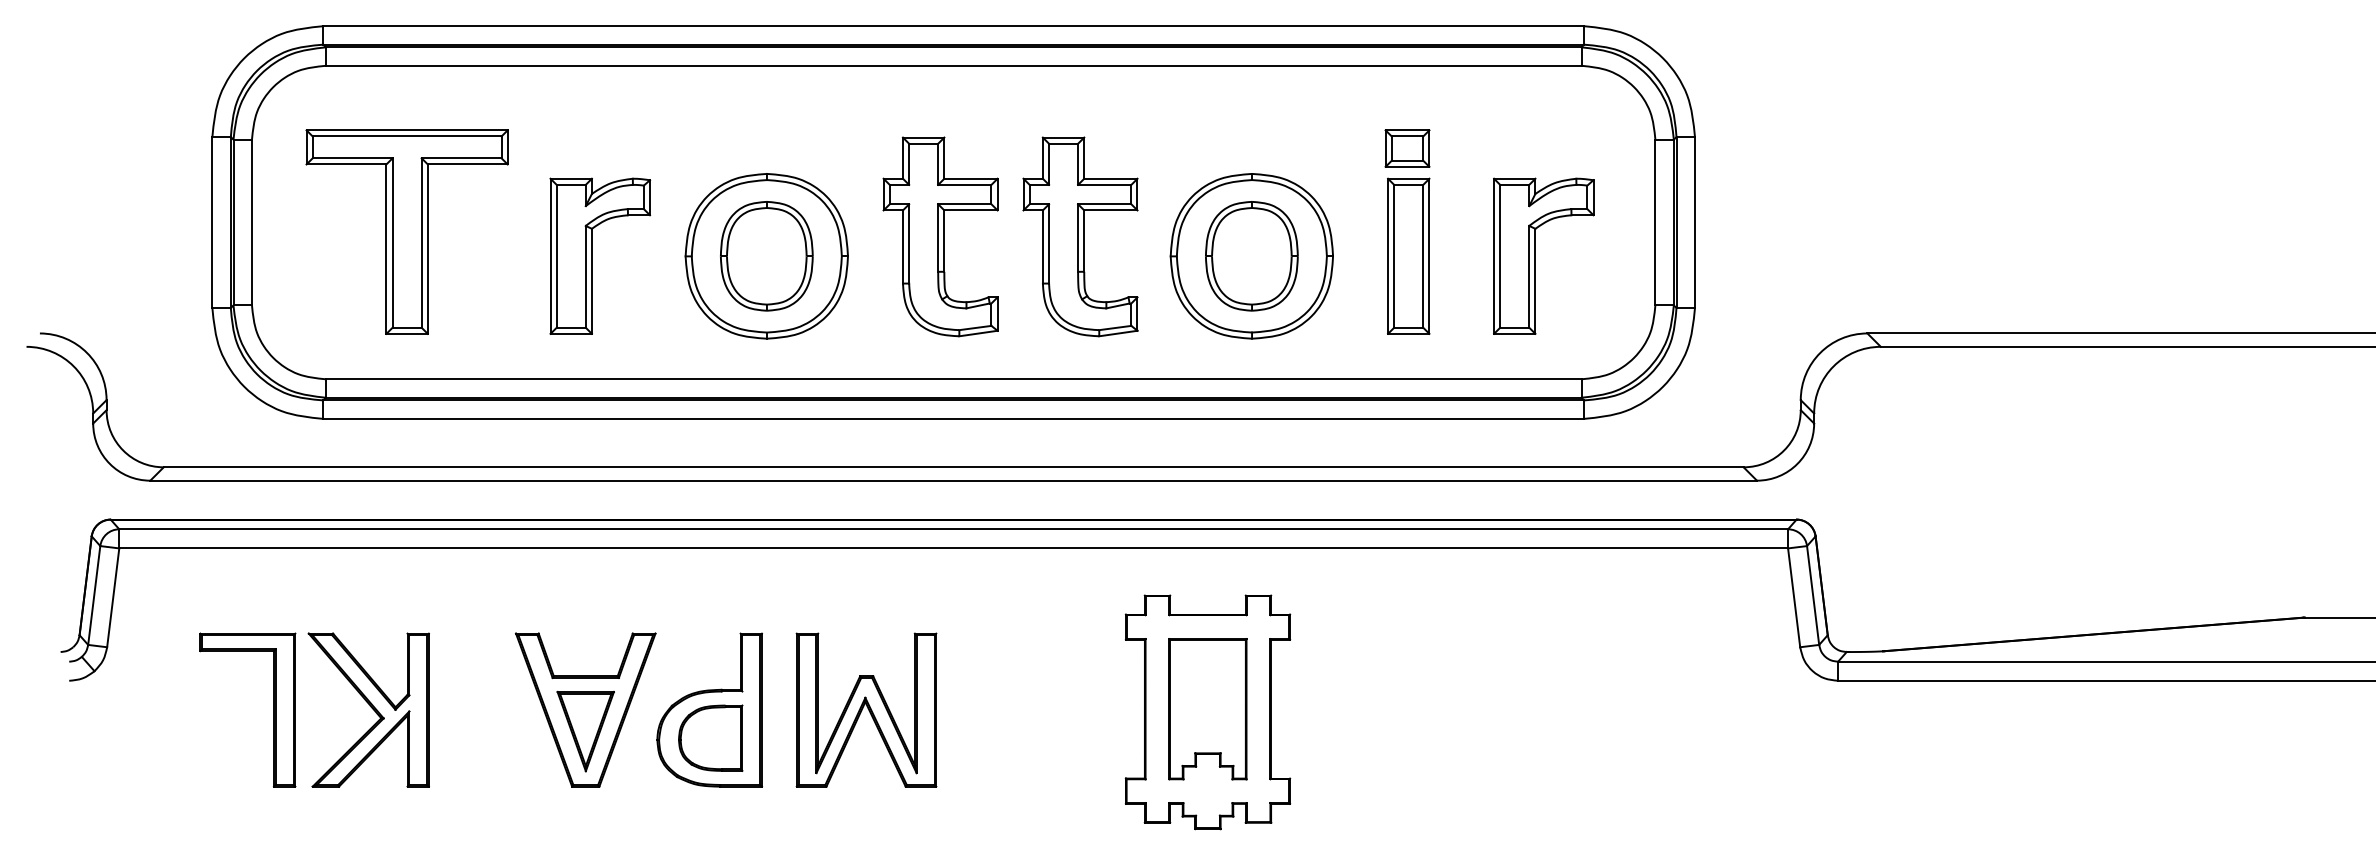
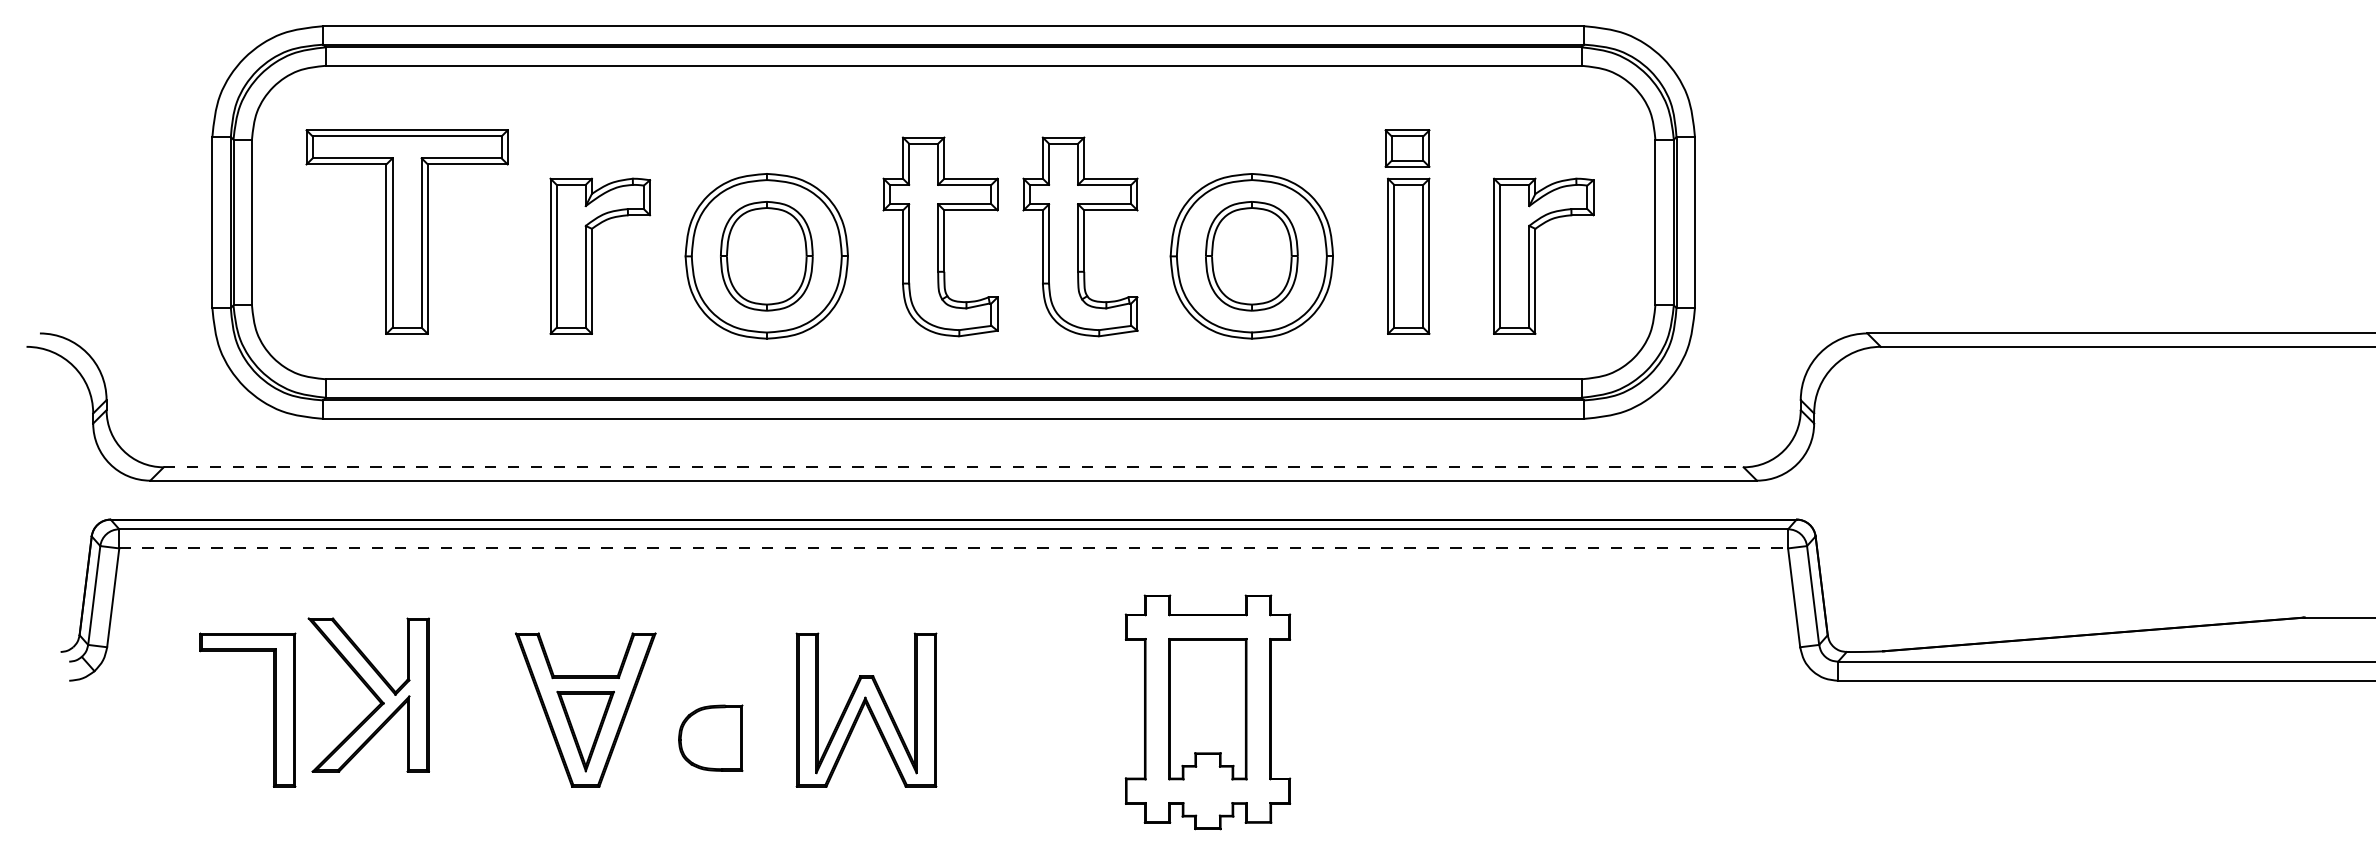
line at (953, 467): solid -> dashed
line at (954, 548): solid -> dashed
part at (368, 709) position: (368, 709) -> (368, 694)
part at (709, 709): present -> none
